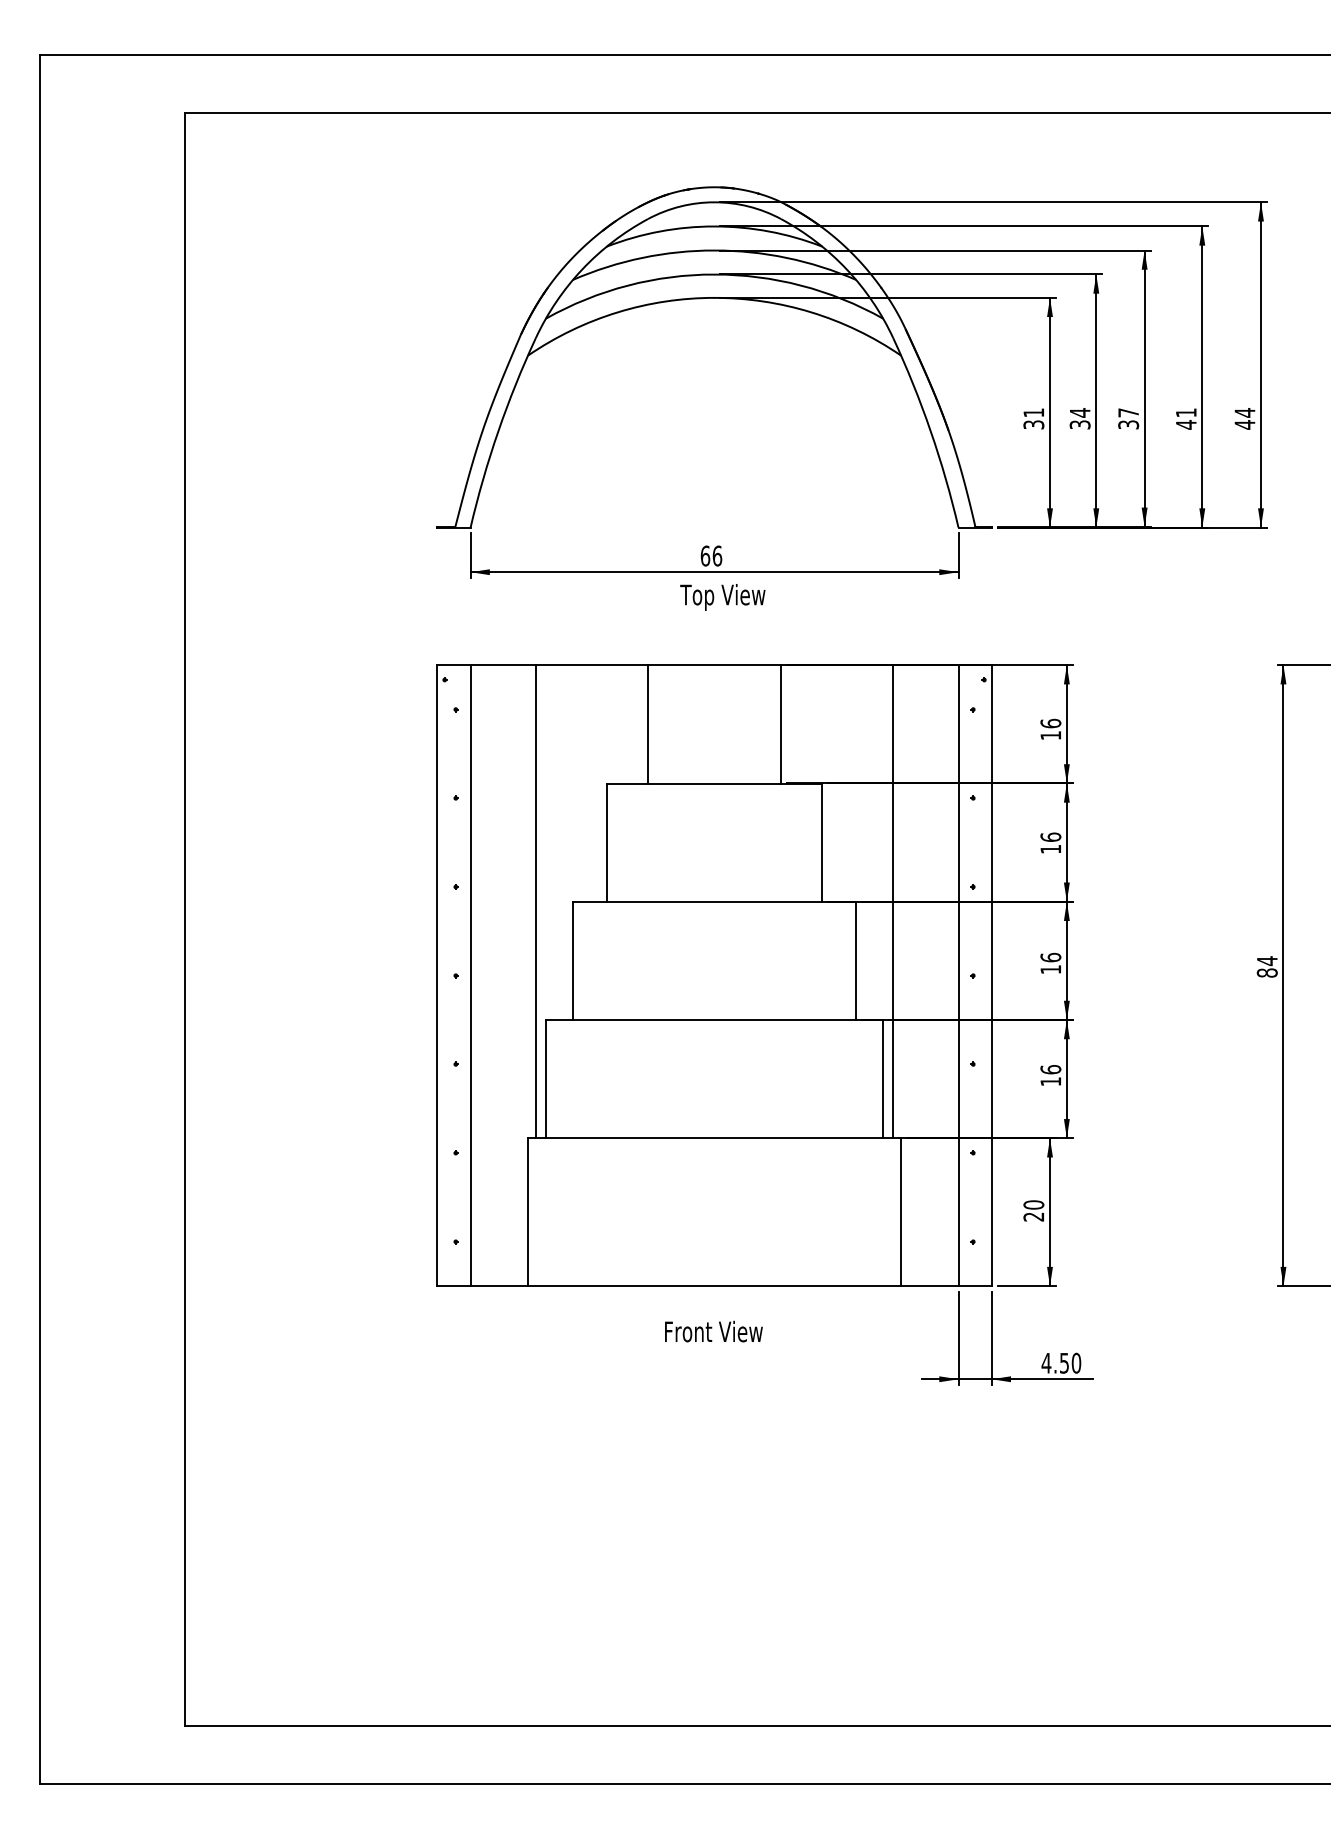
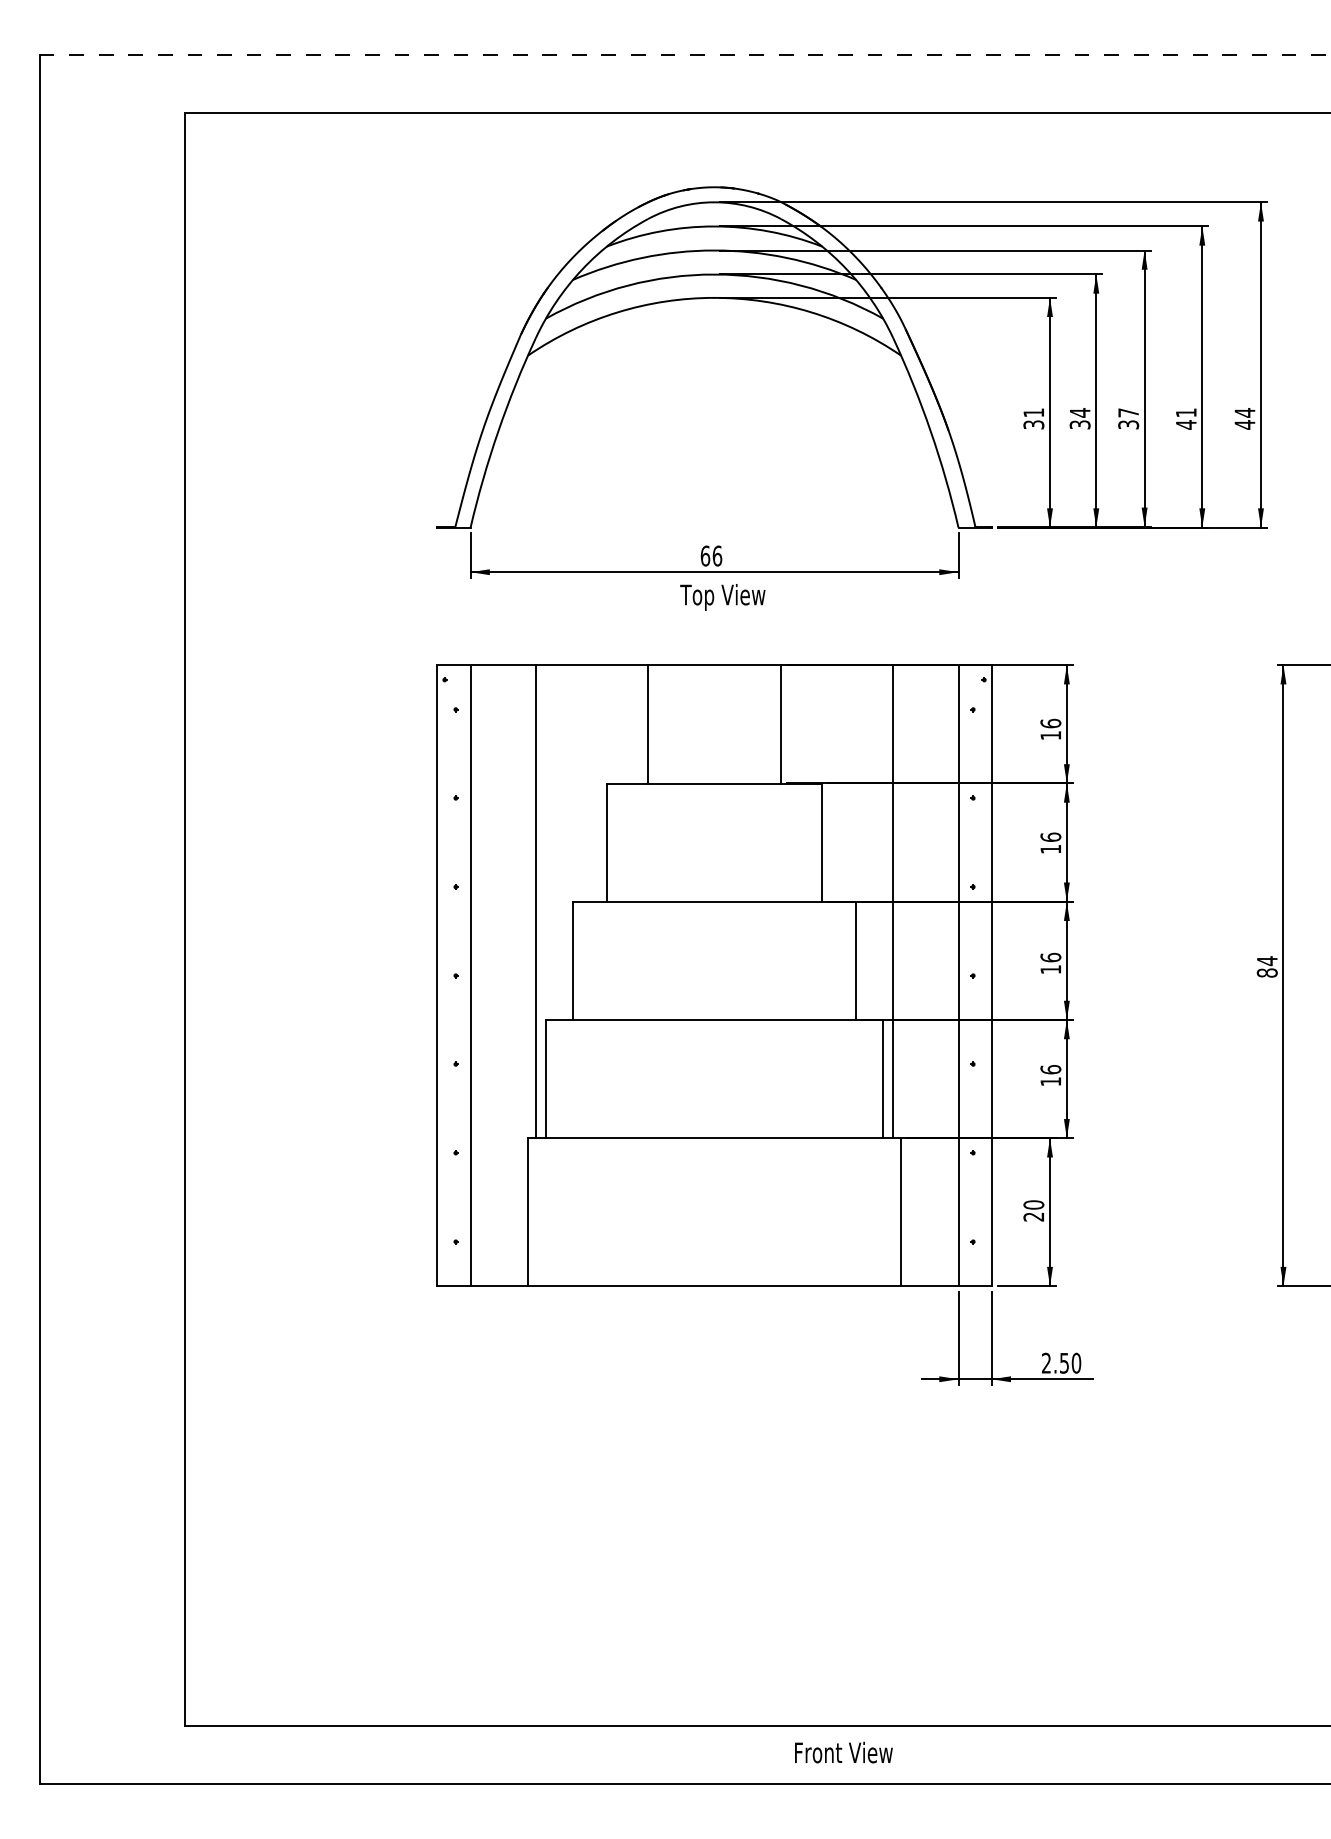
line at (685, 55): solid -> dashed
text at (713, 1331) position: (713, 1331) -> (843, 1752)
text at (1046, 1362): 4.50 -> 2.50
